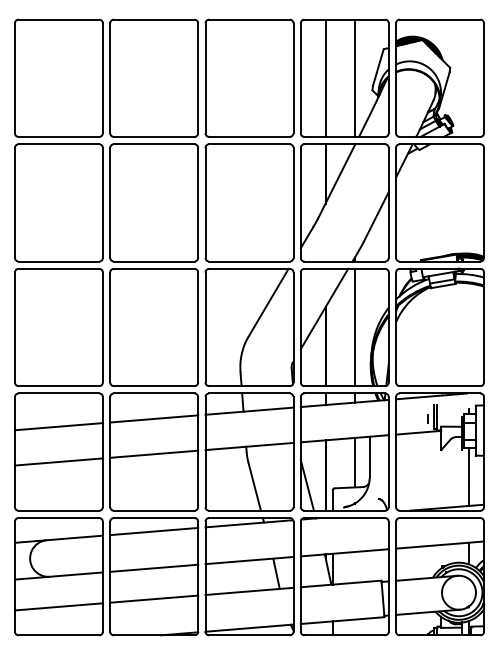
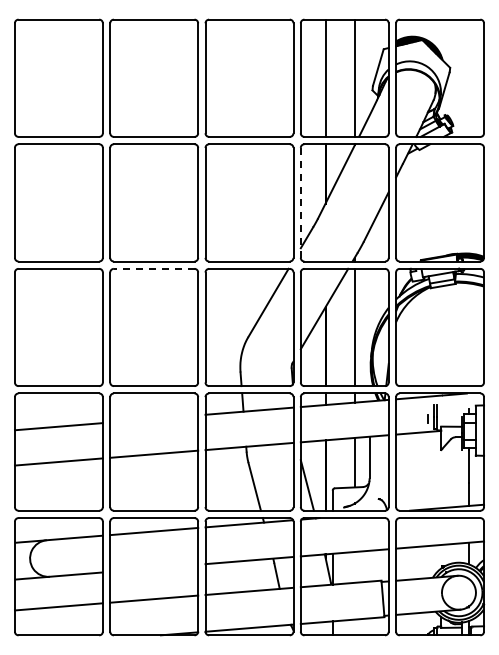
line at (300, 202): solid -> dashed
line at (153, 268): solid -> dashed
line at (154, 418): present -> none
line at (154, 567): present -> none
